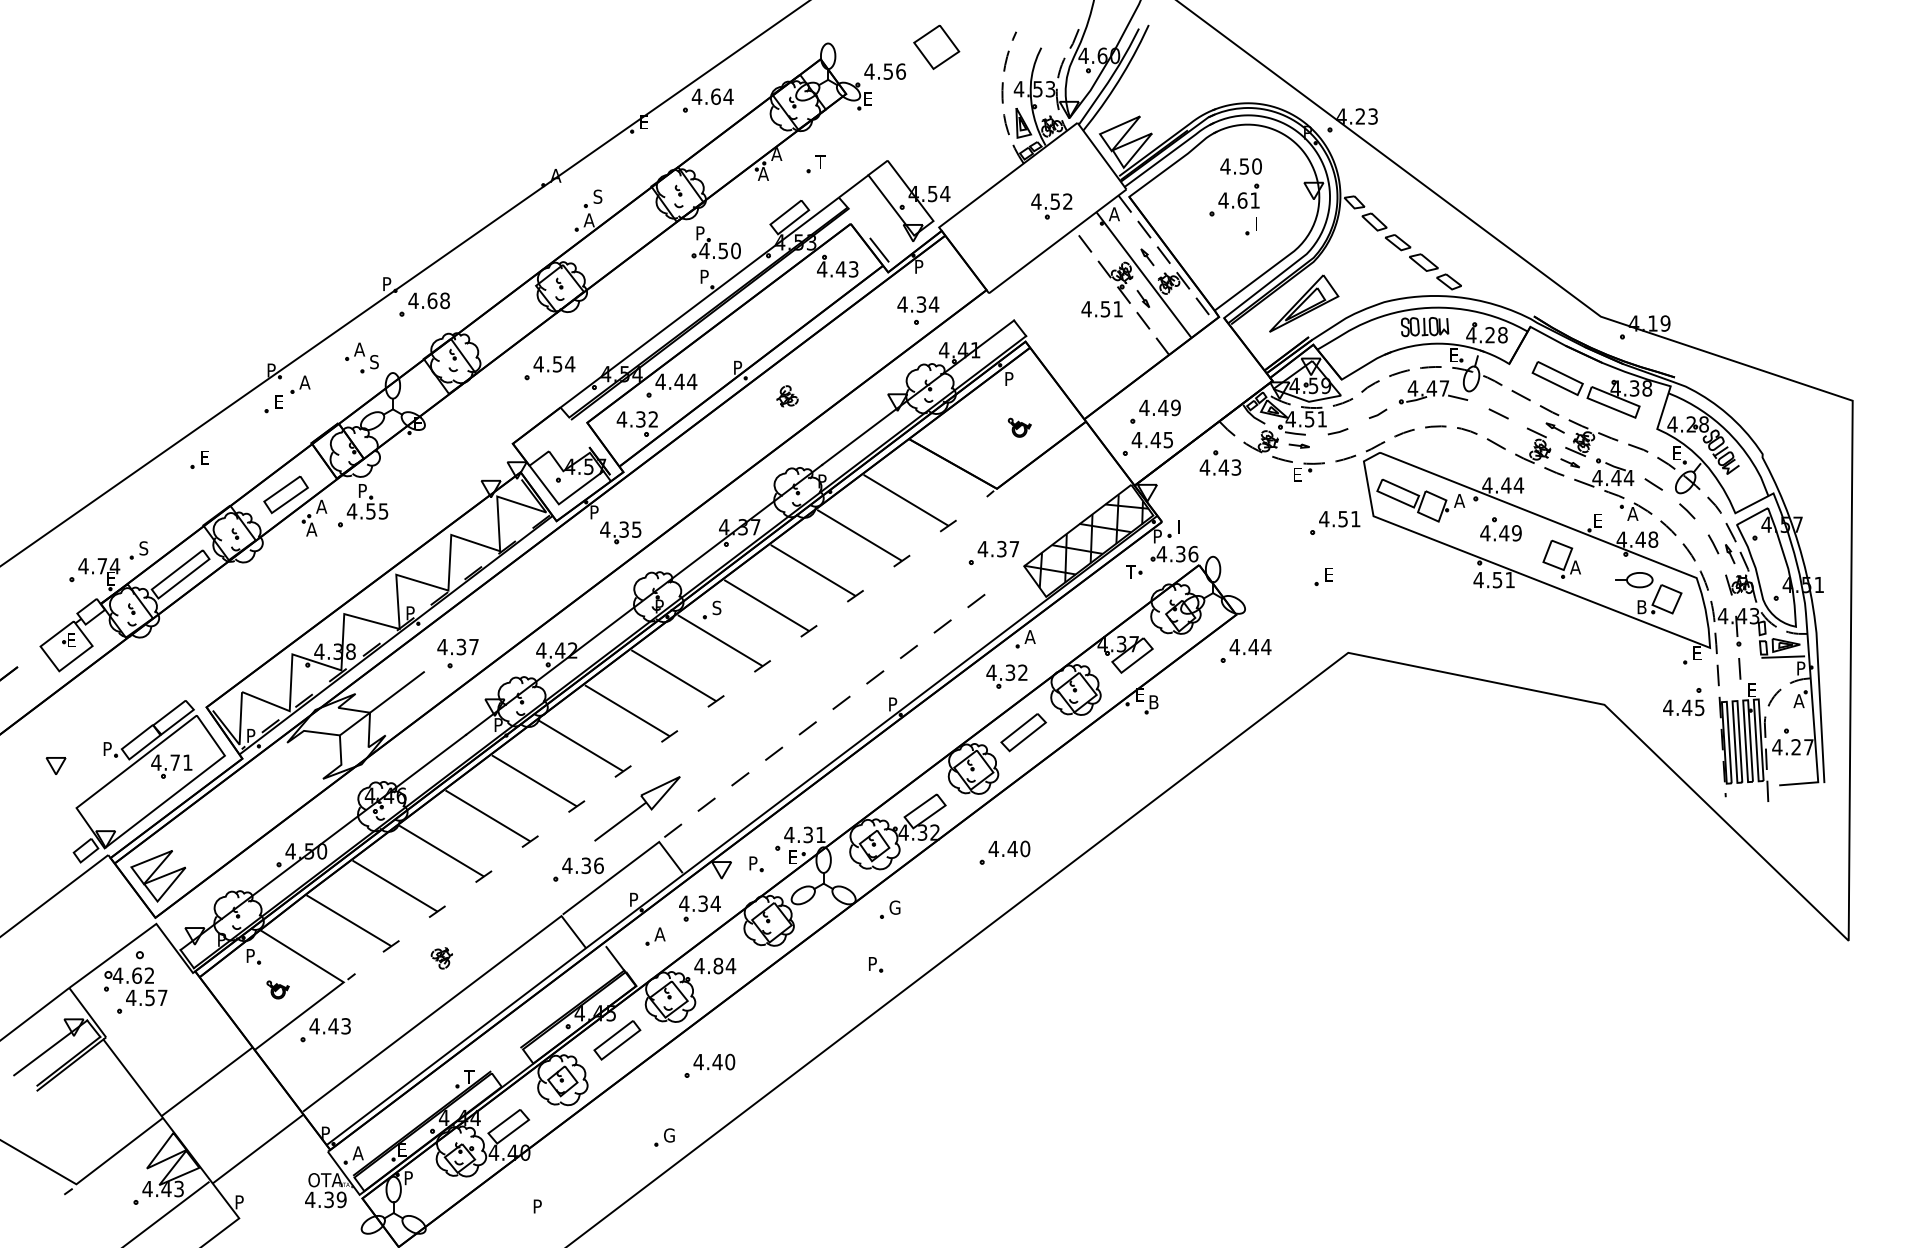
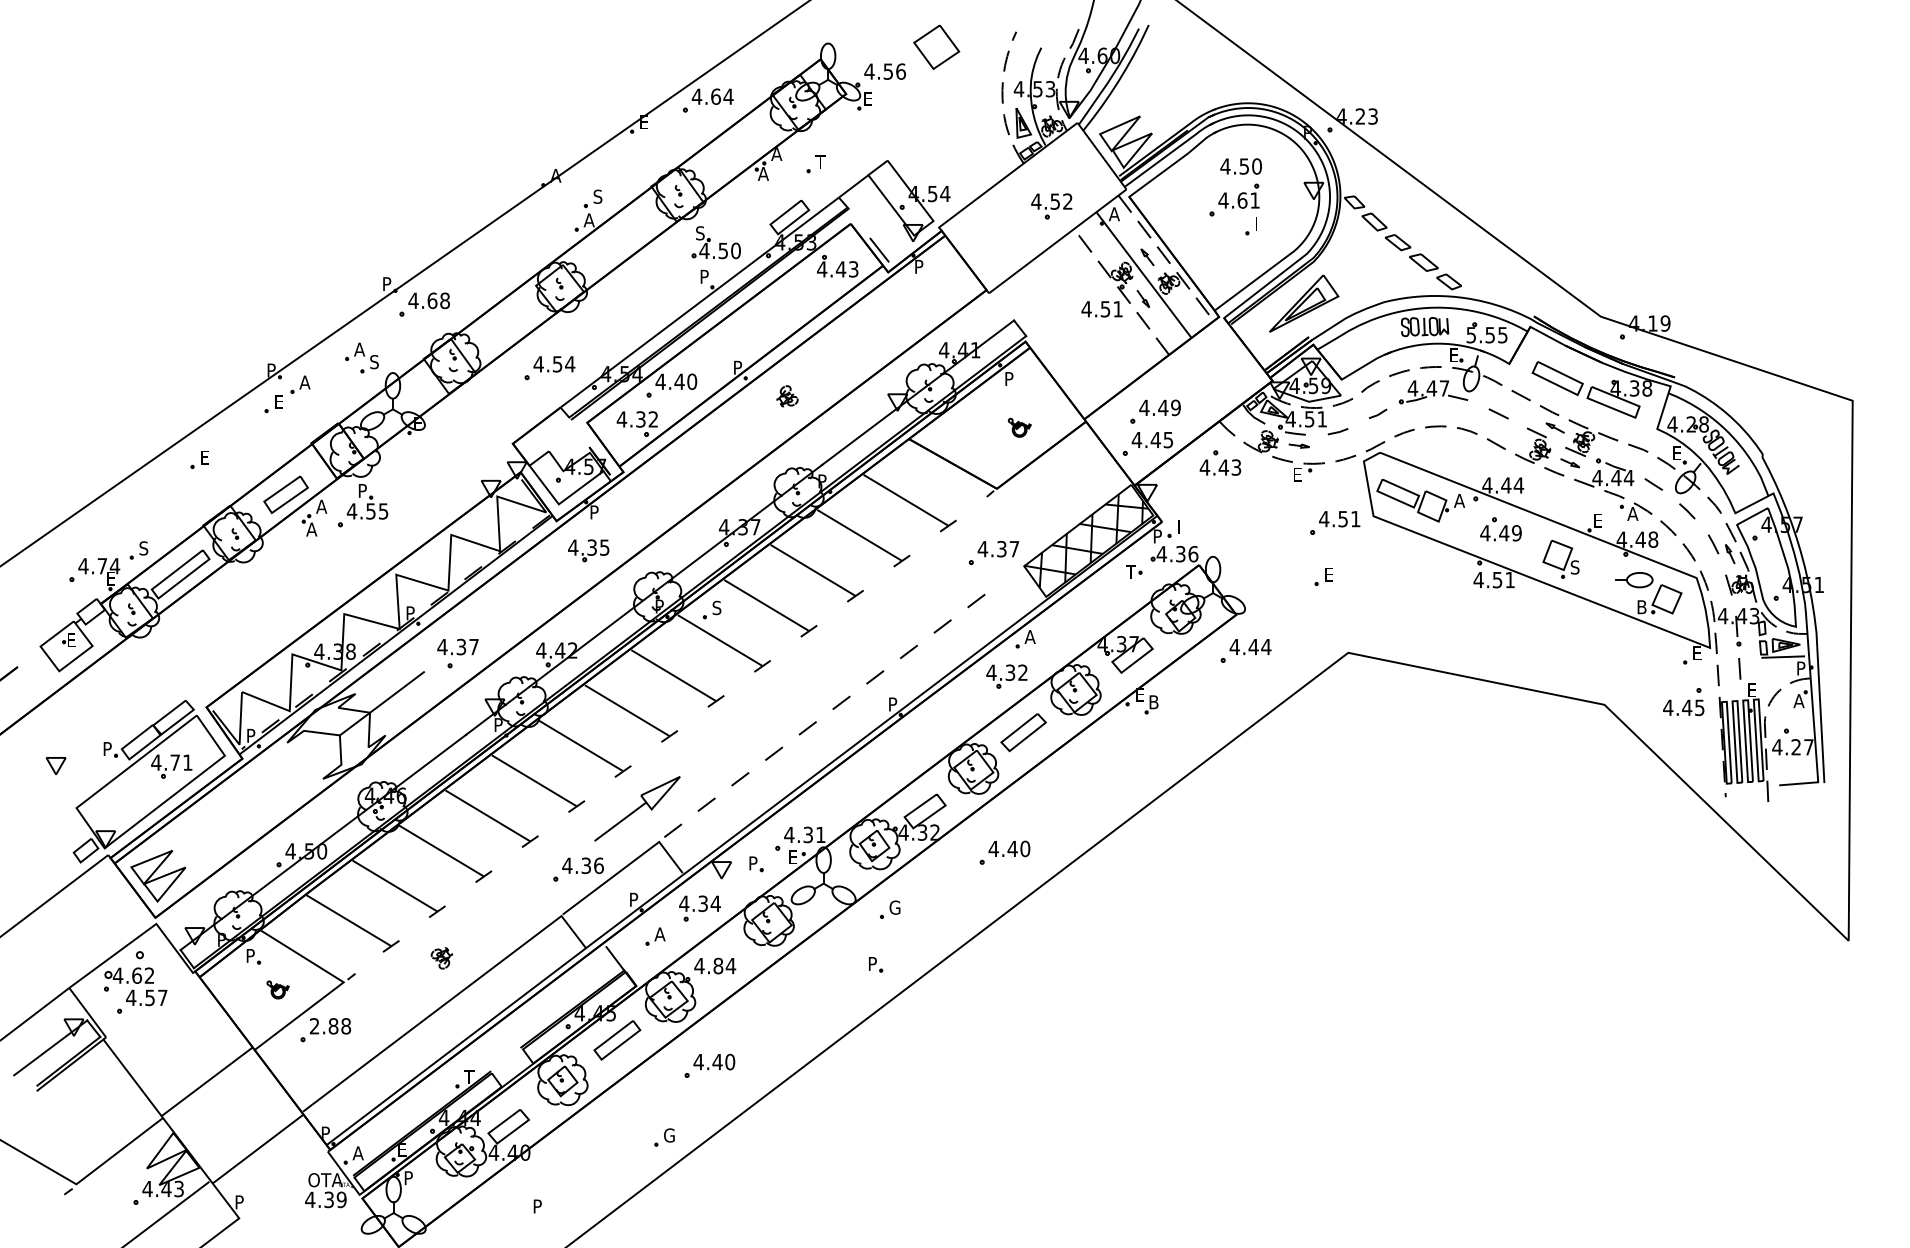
text at (700, 233): P -> S
part at (918, 310): present -> none
text at (1486, 335): 4.28 -> 5.55
text at (692, 381): 4.44 -> 4.40
part at (620, 532) position: (620, 532) -> (588, 550)
text at (1575, 567): A -> S
text at (330, 1026): 4.43 -> 2.88
